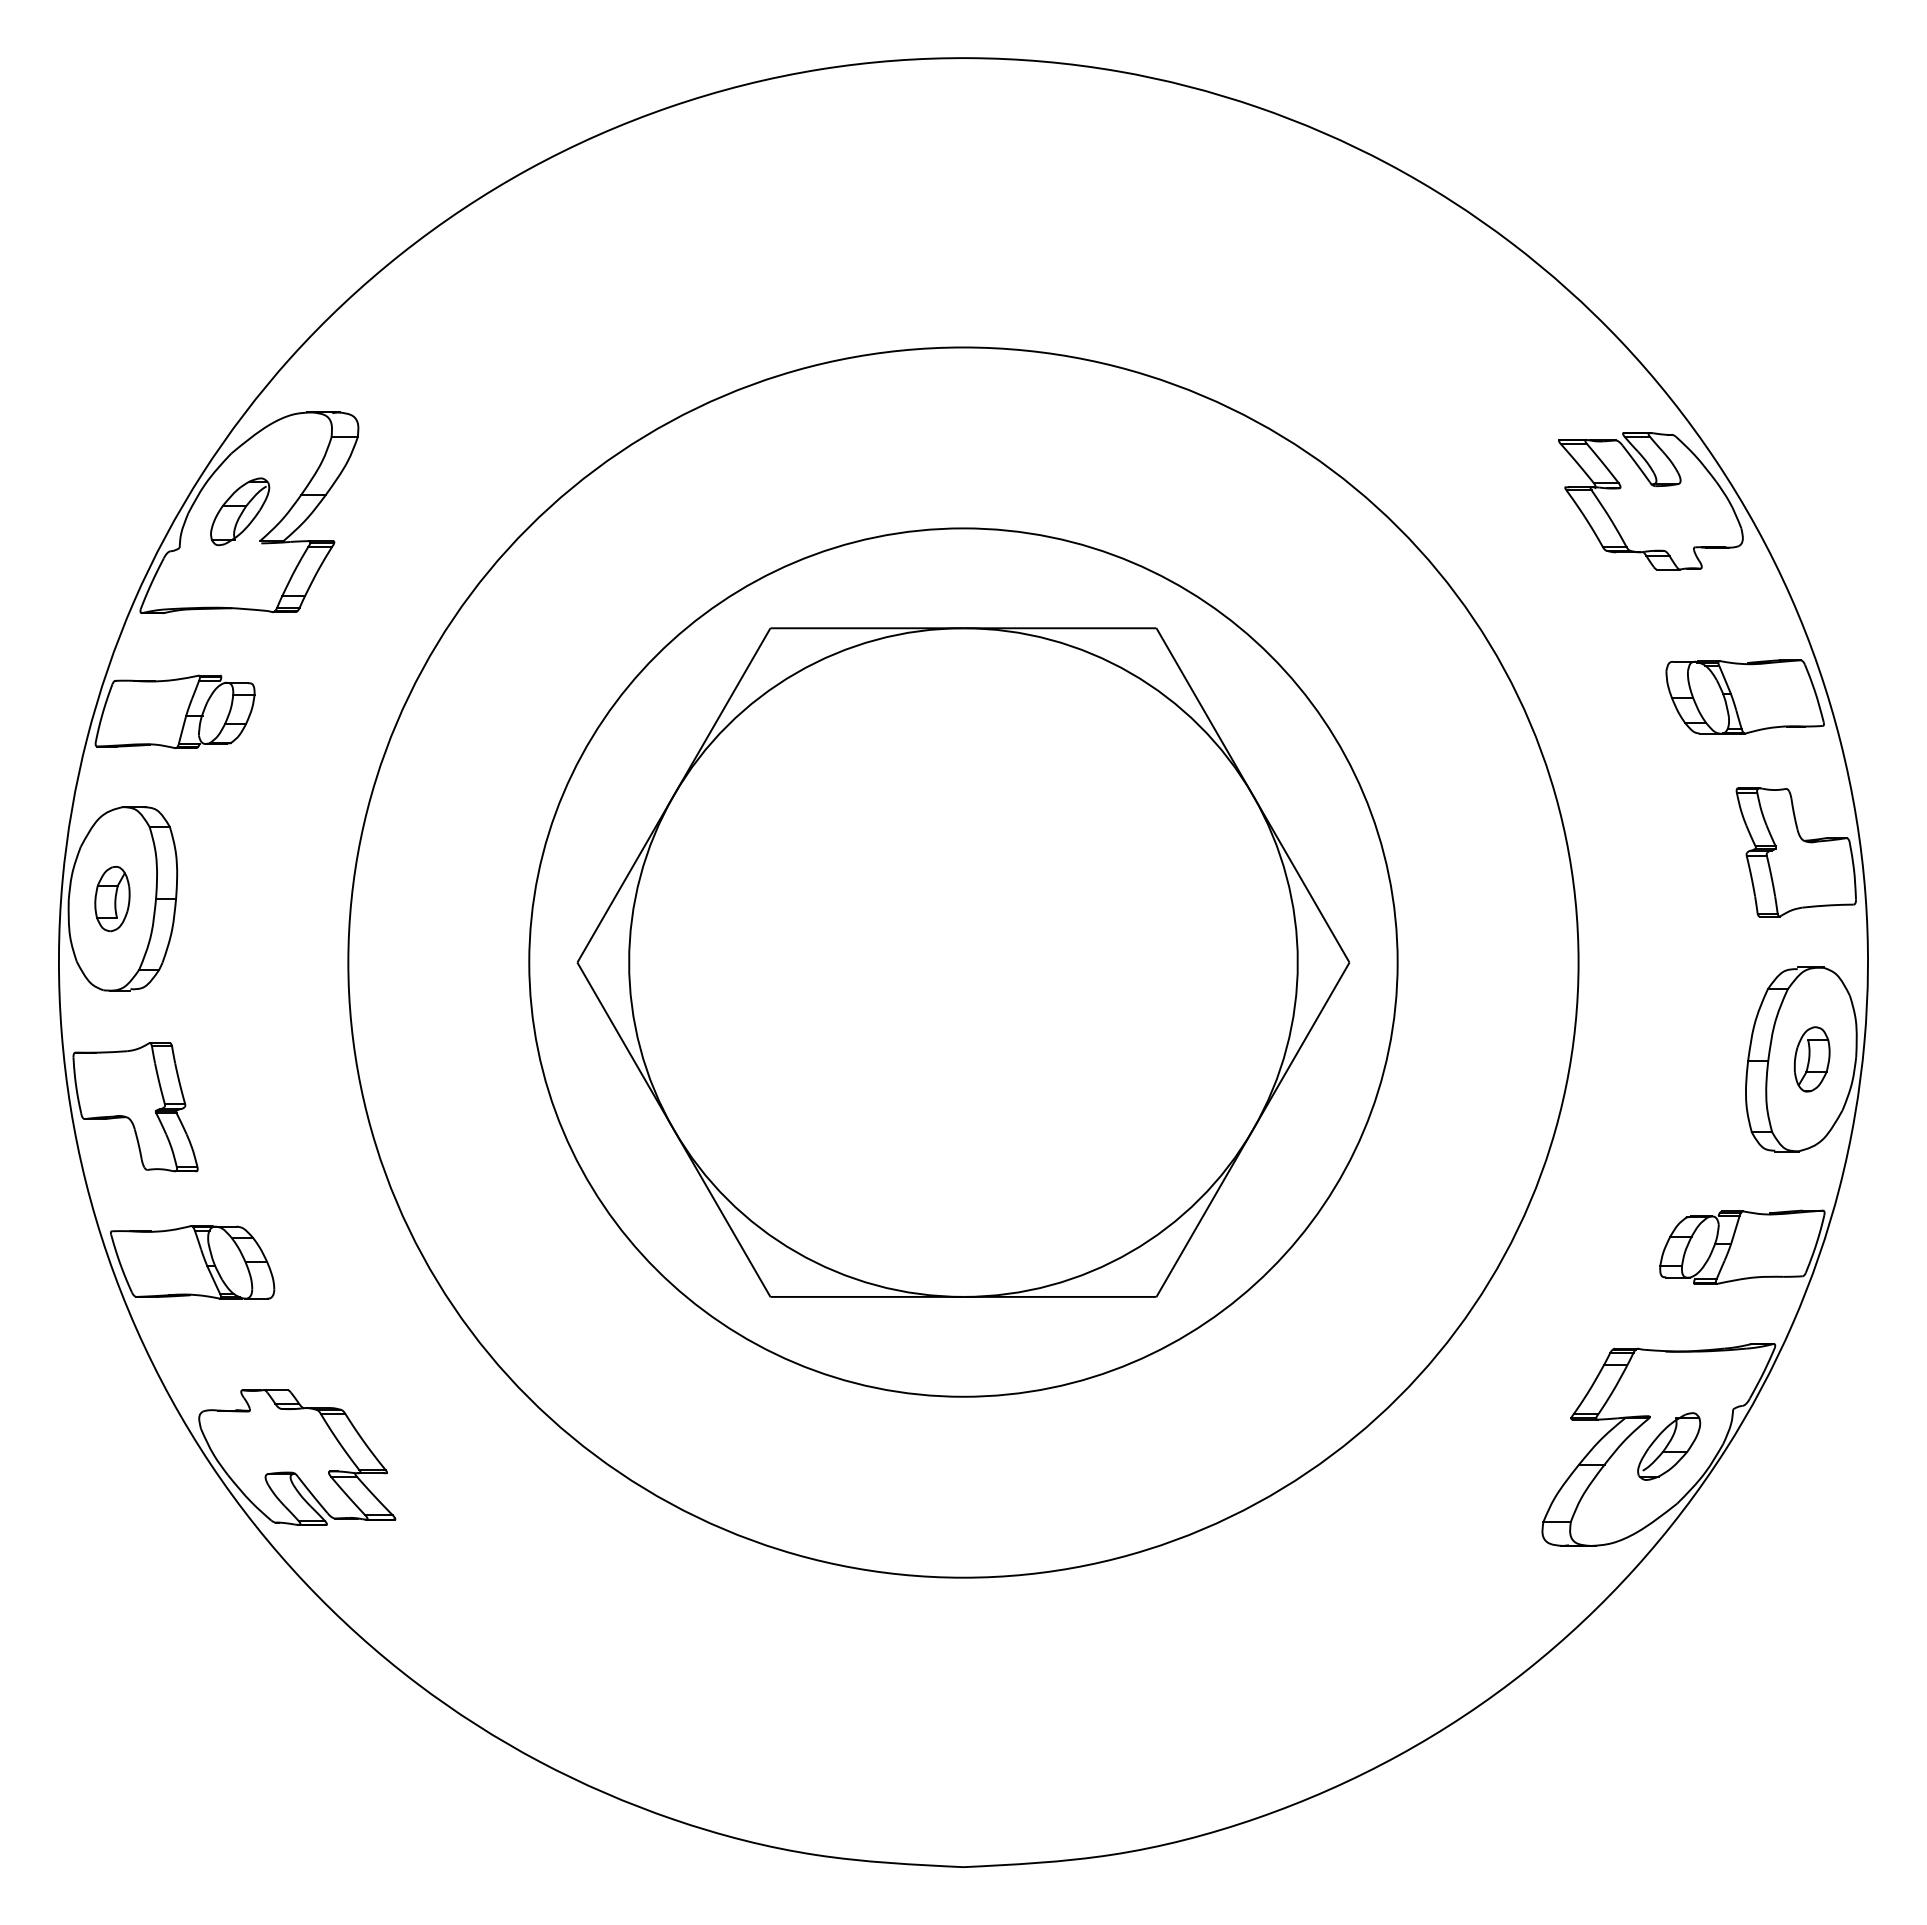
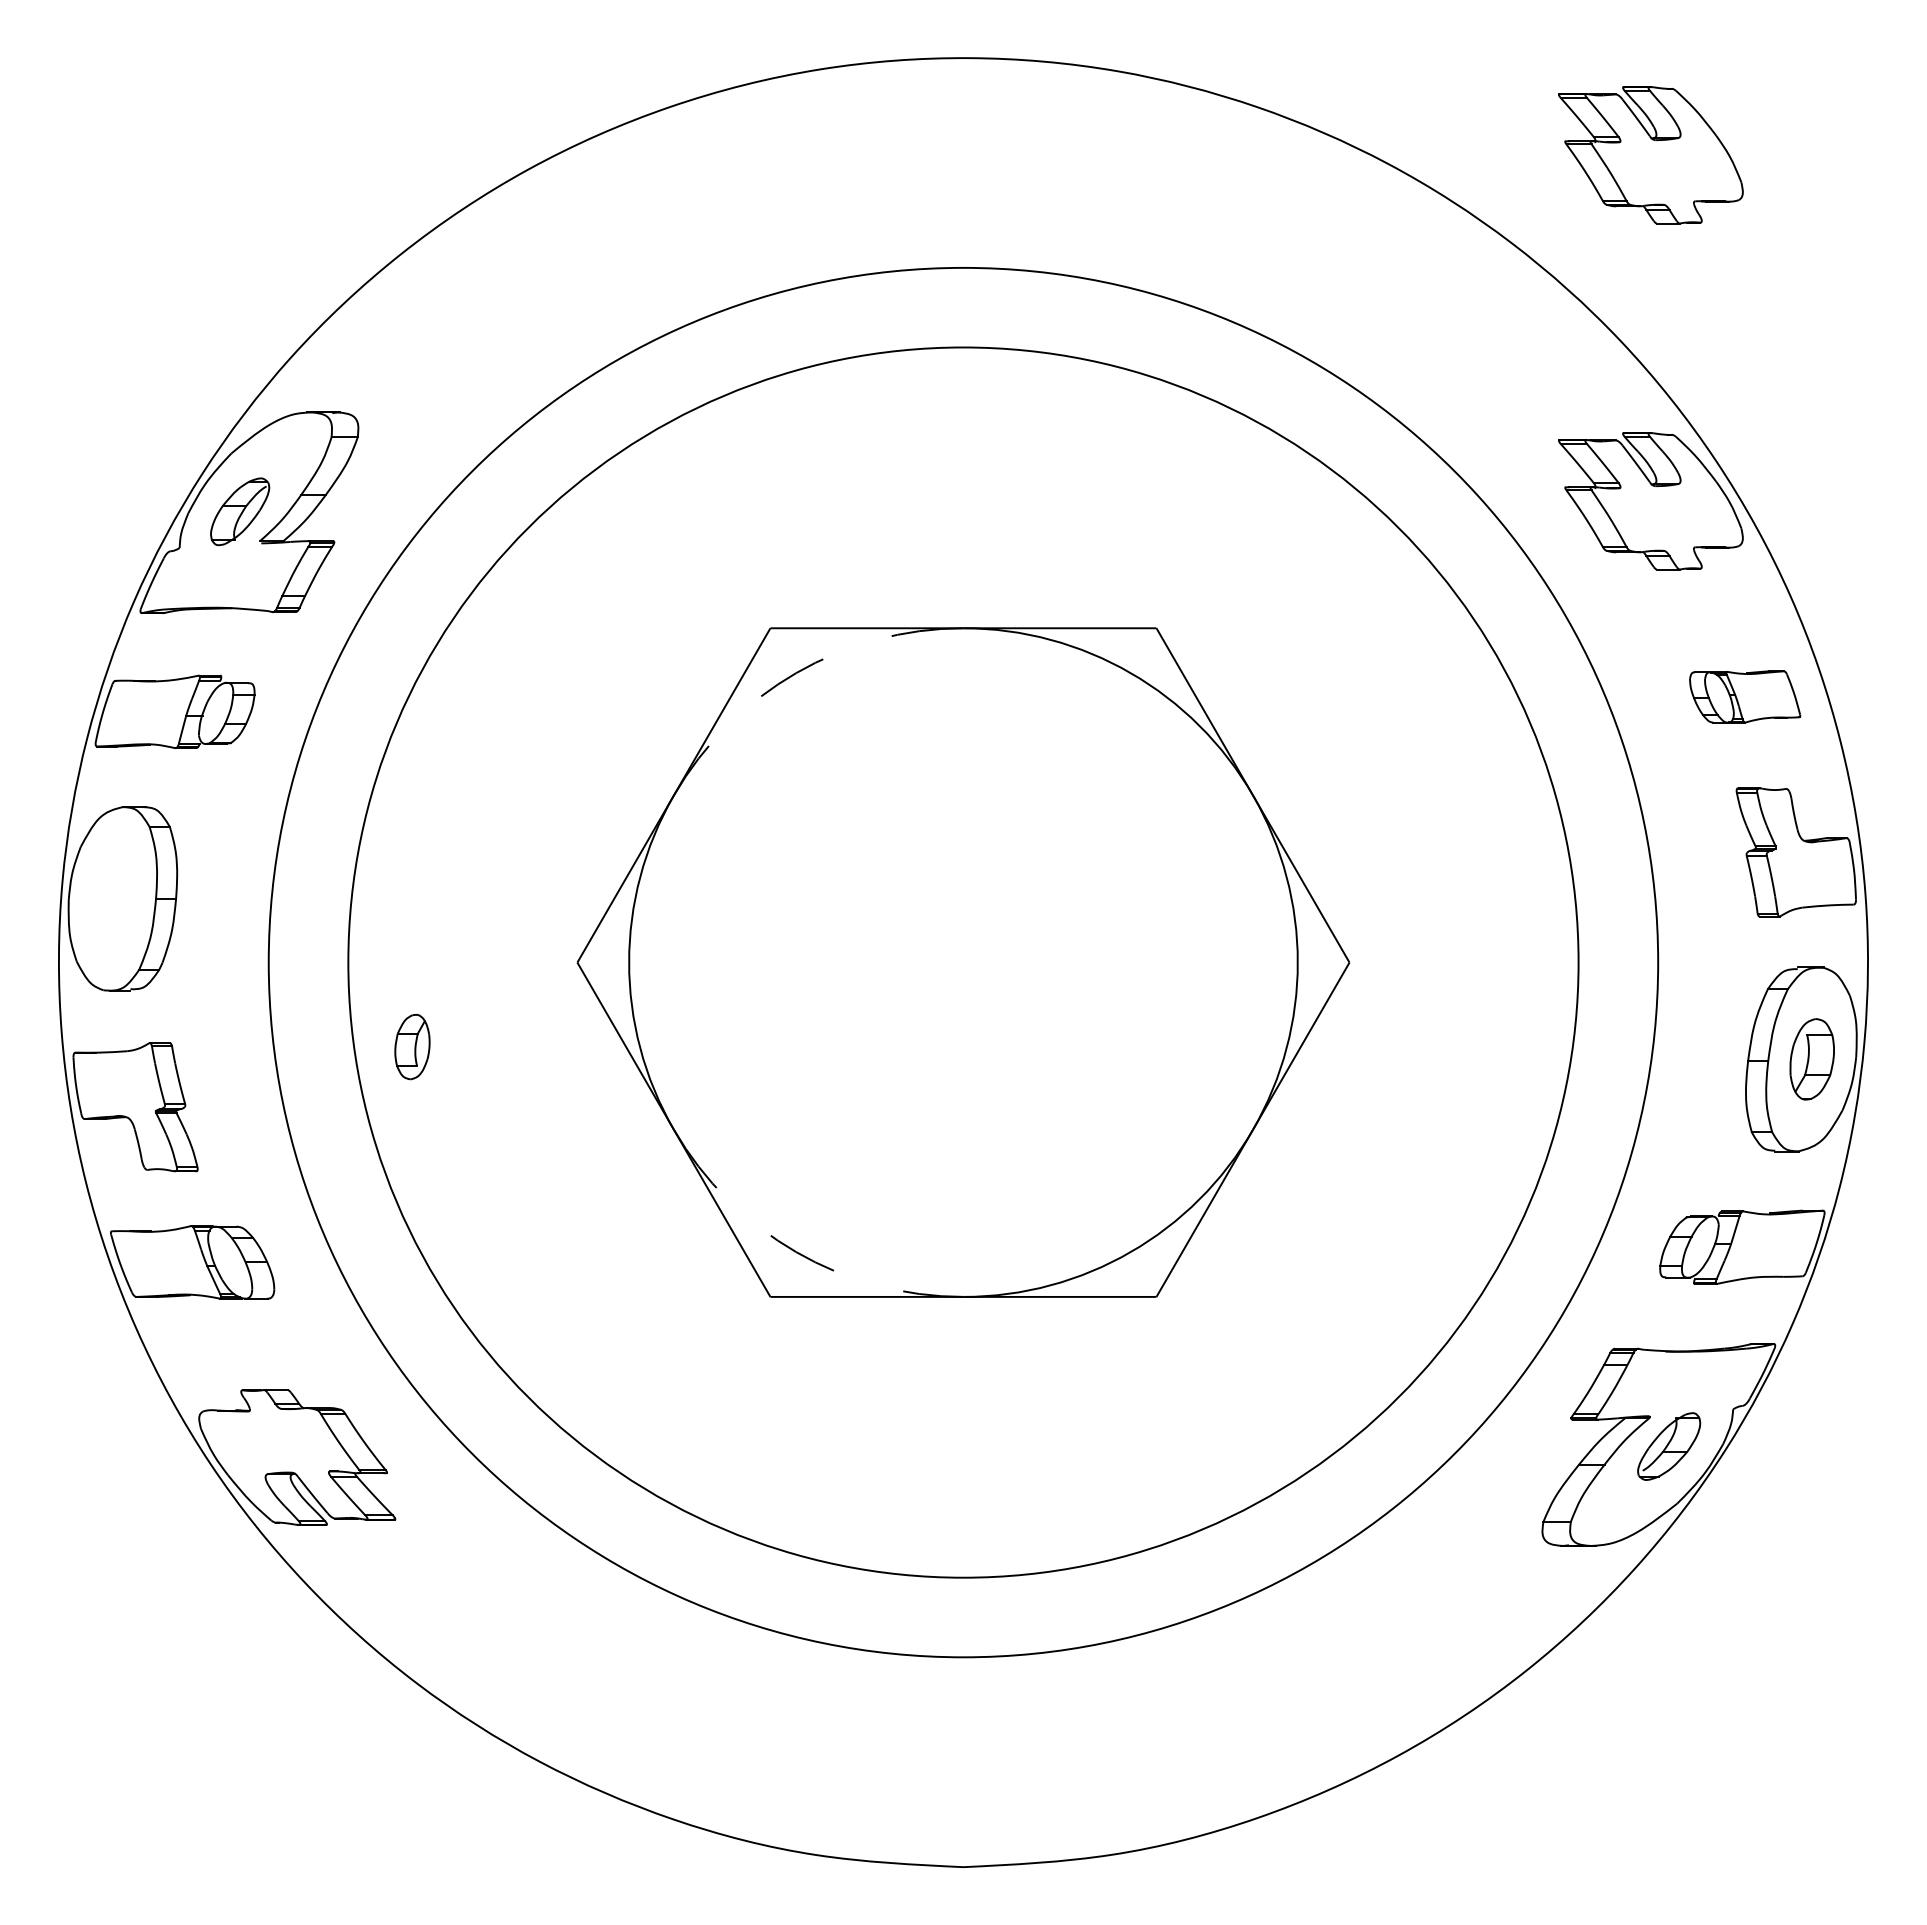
part at (1650, 155): none -> present
arc at (796, 673): solid -> dashed
part at (1744, 696) size: 160x76 px -> 113x54 px
part at (112, 899) position: (112, 899) -> (412, 1047)
circle at (963, 962) diameter: 868 px -> 1389 px
part at (1811, 1059) size: 38x67 px -> 46x83 px
arc at (796, 1252): solid -> dashed
